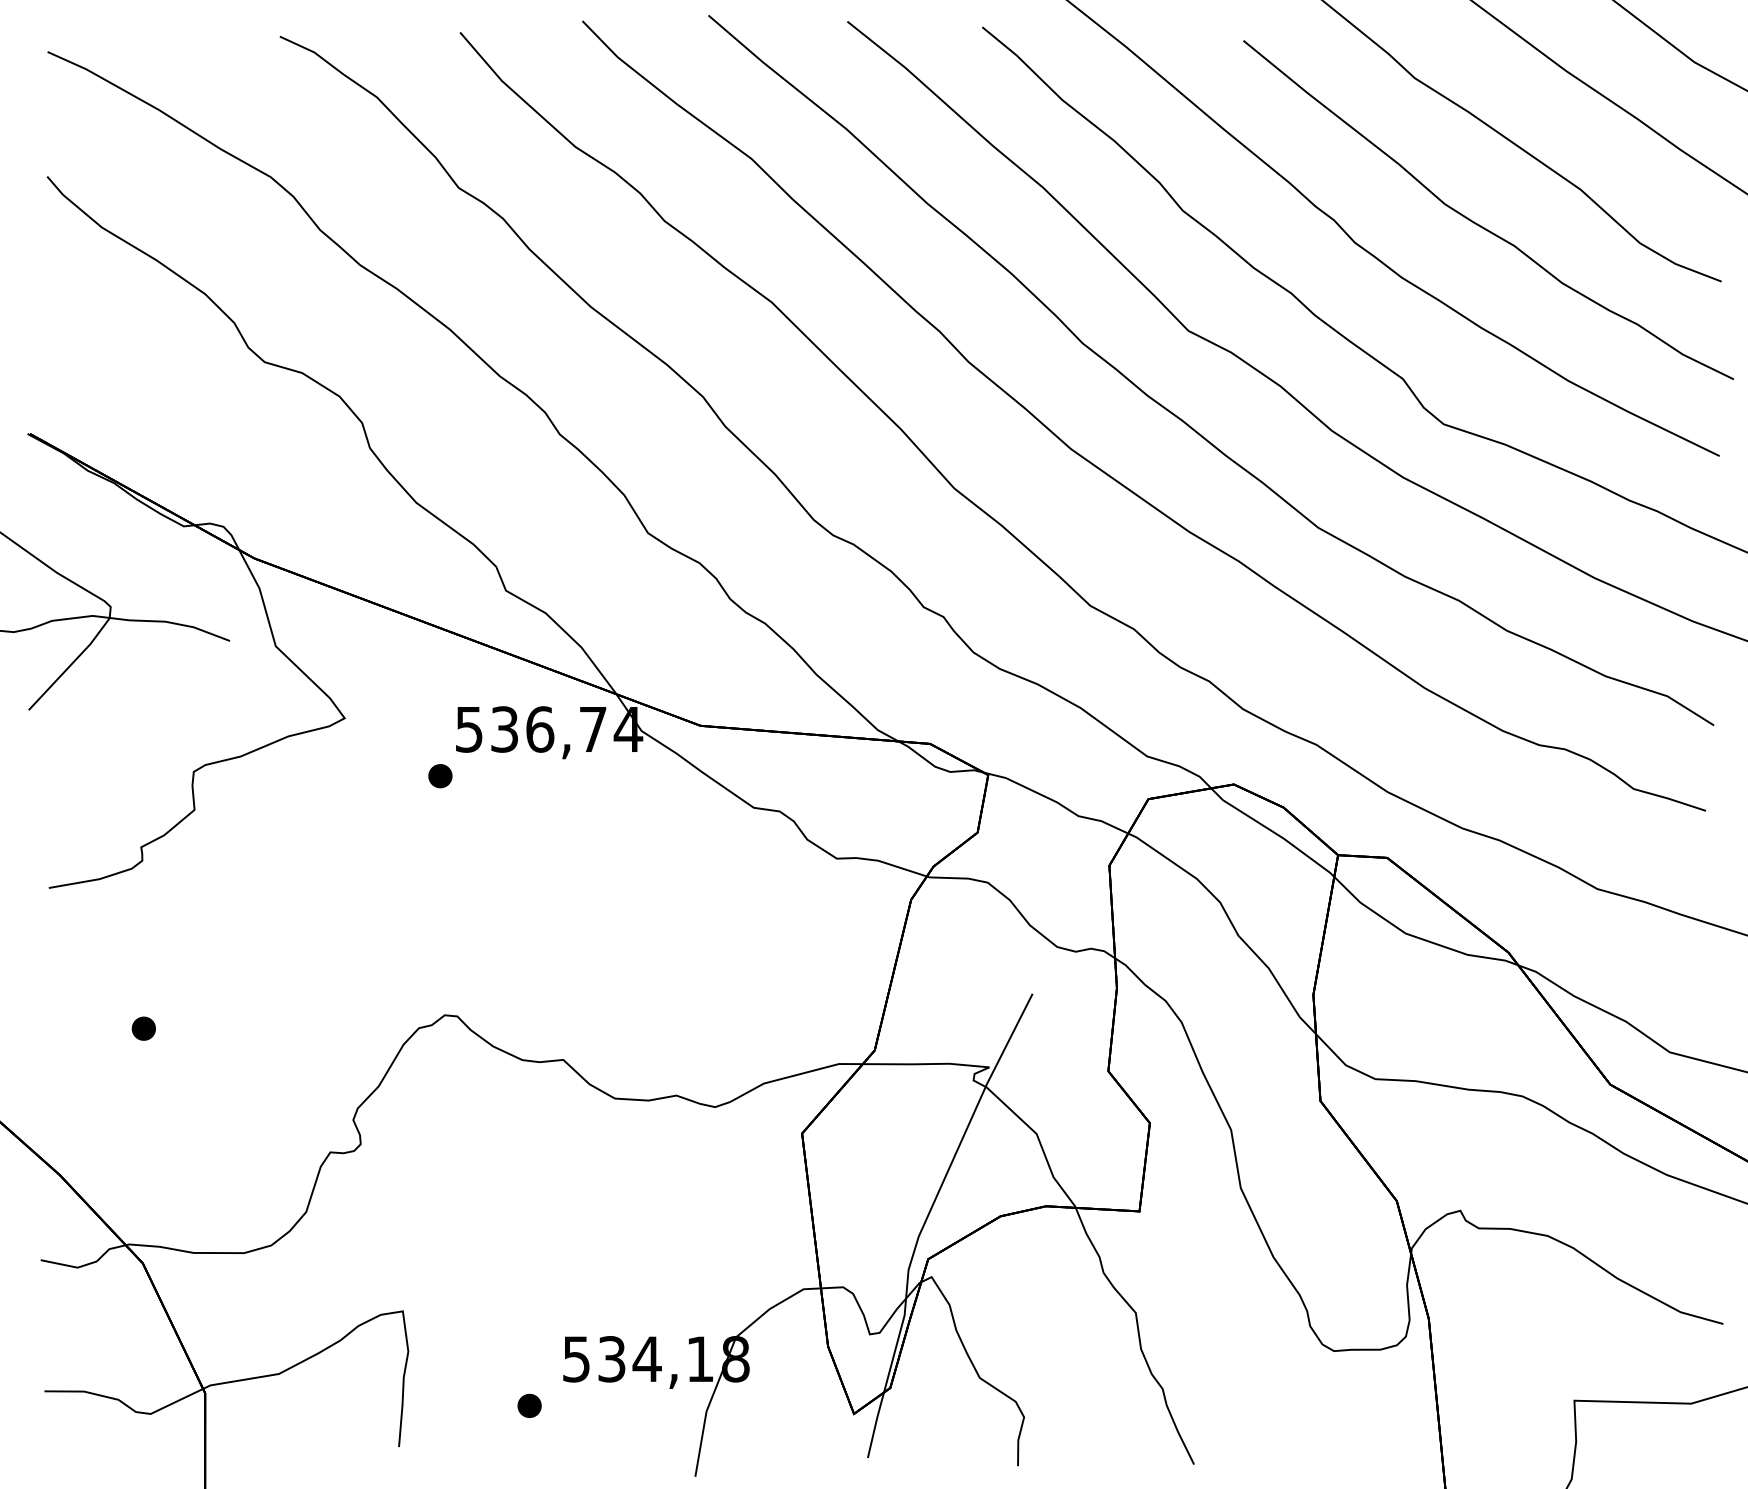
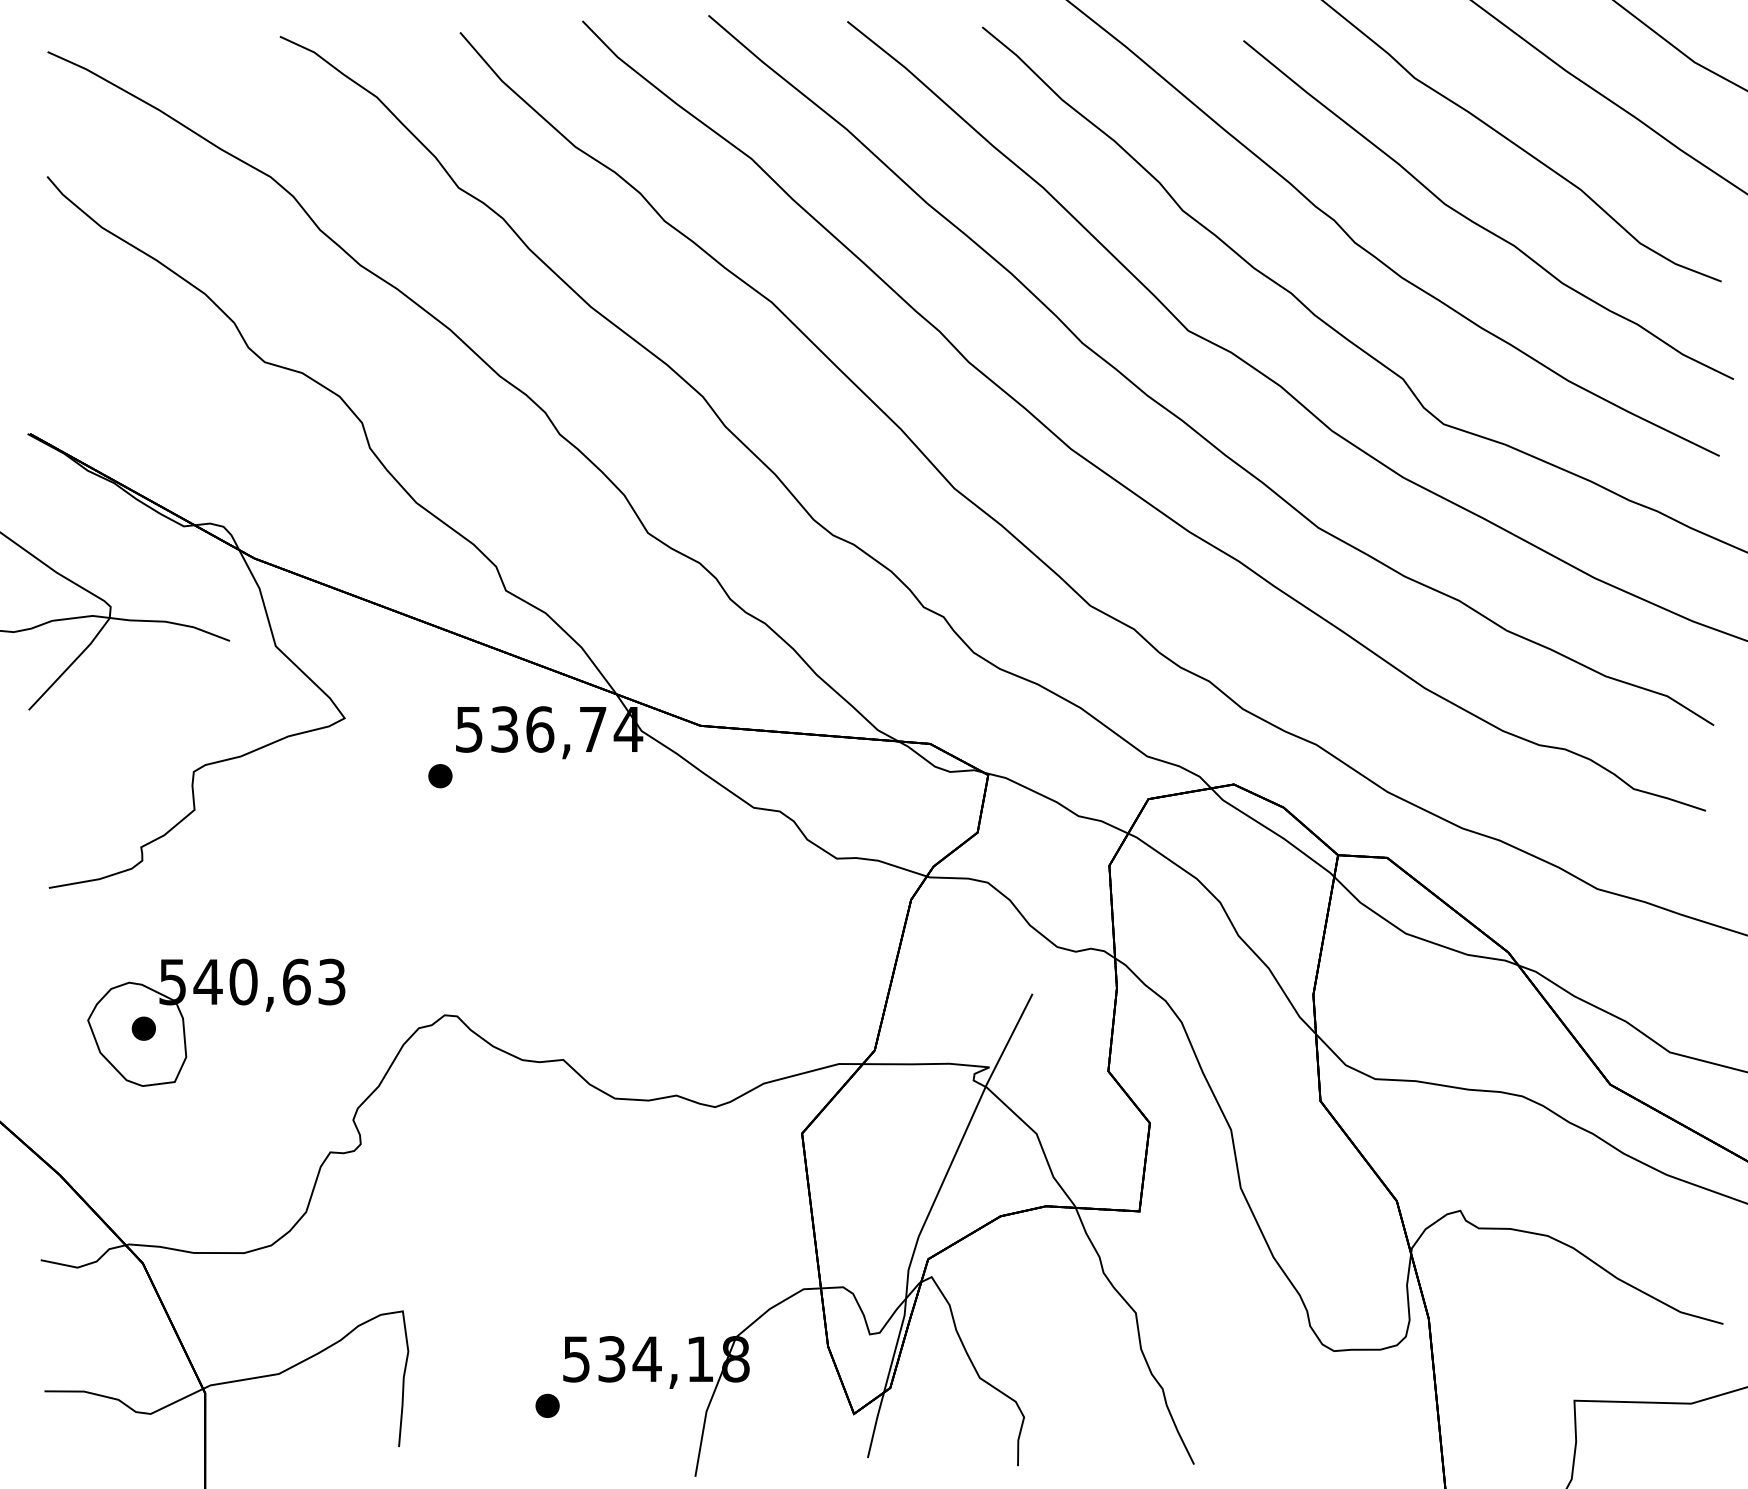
part at (216, 1004): none -> present
part at (529, 1405) position: (529, 1405) -> (547, 1405)
